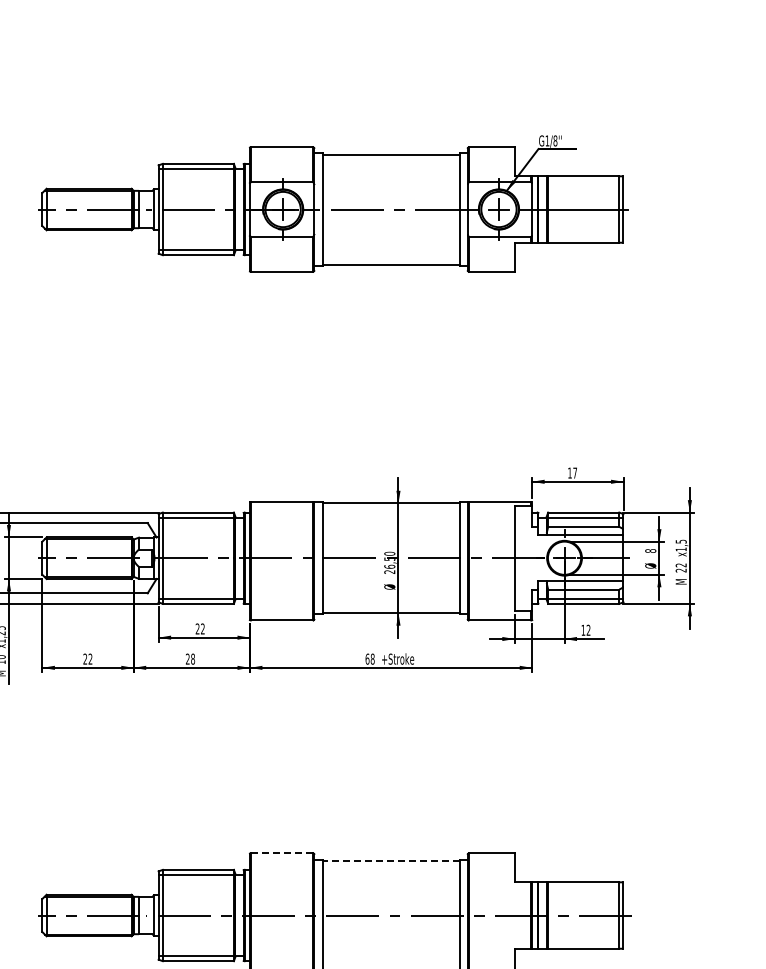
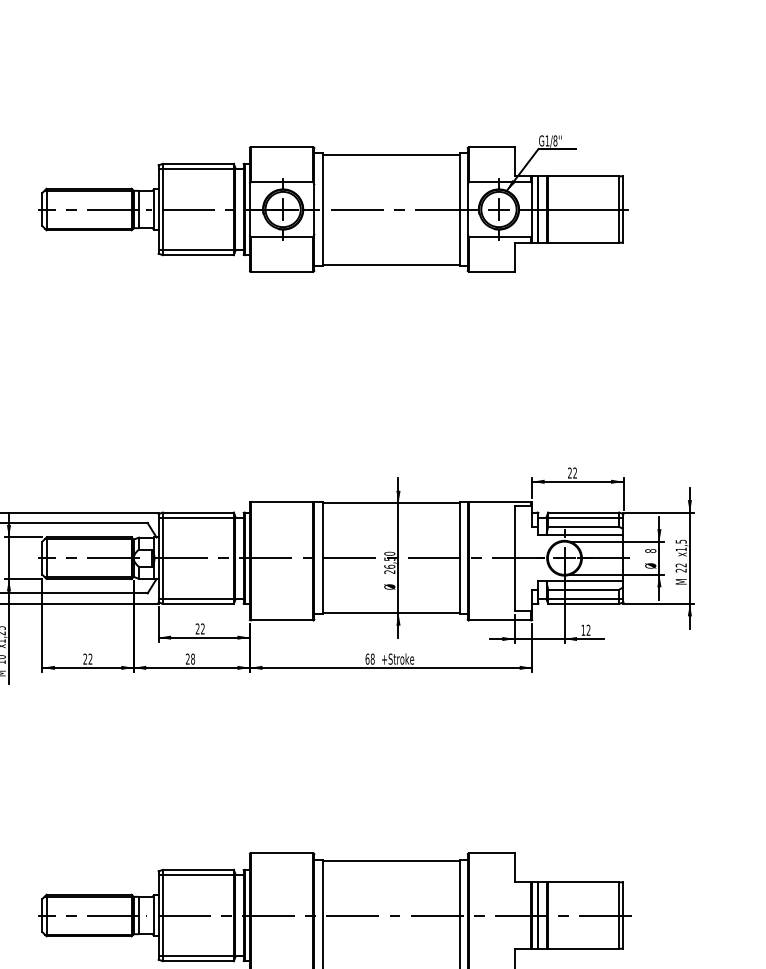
text at (572, 472): 17 -> 22
line at (281, 853): dashed -> solid
line at (390, 860): dashed -> solid
